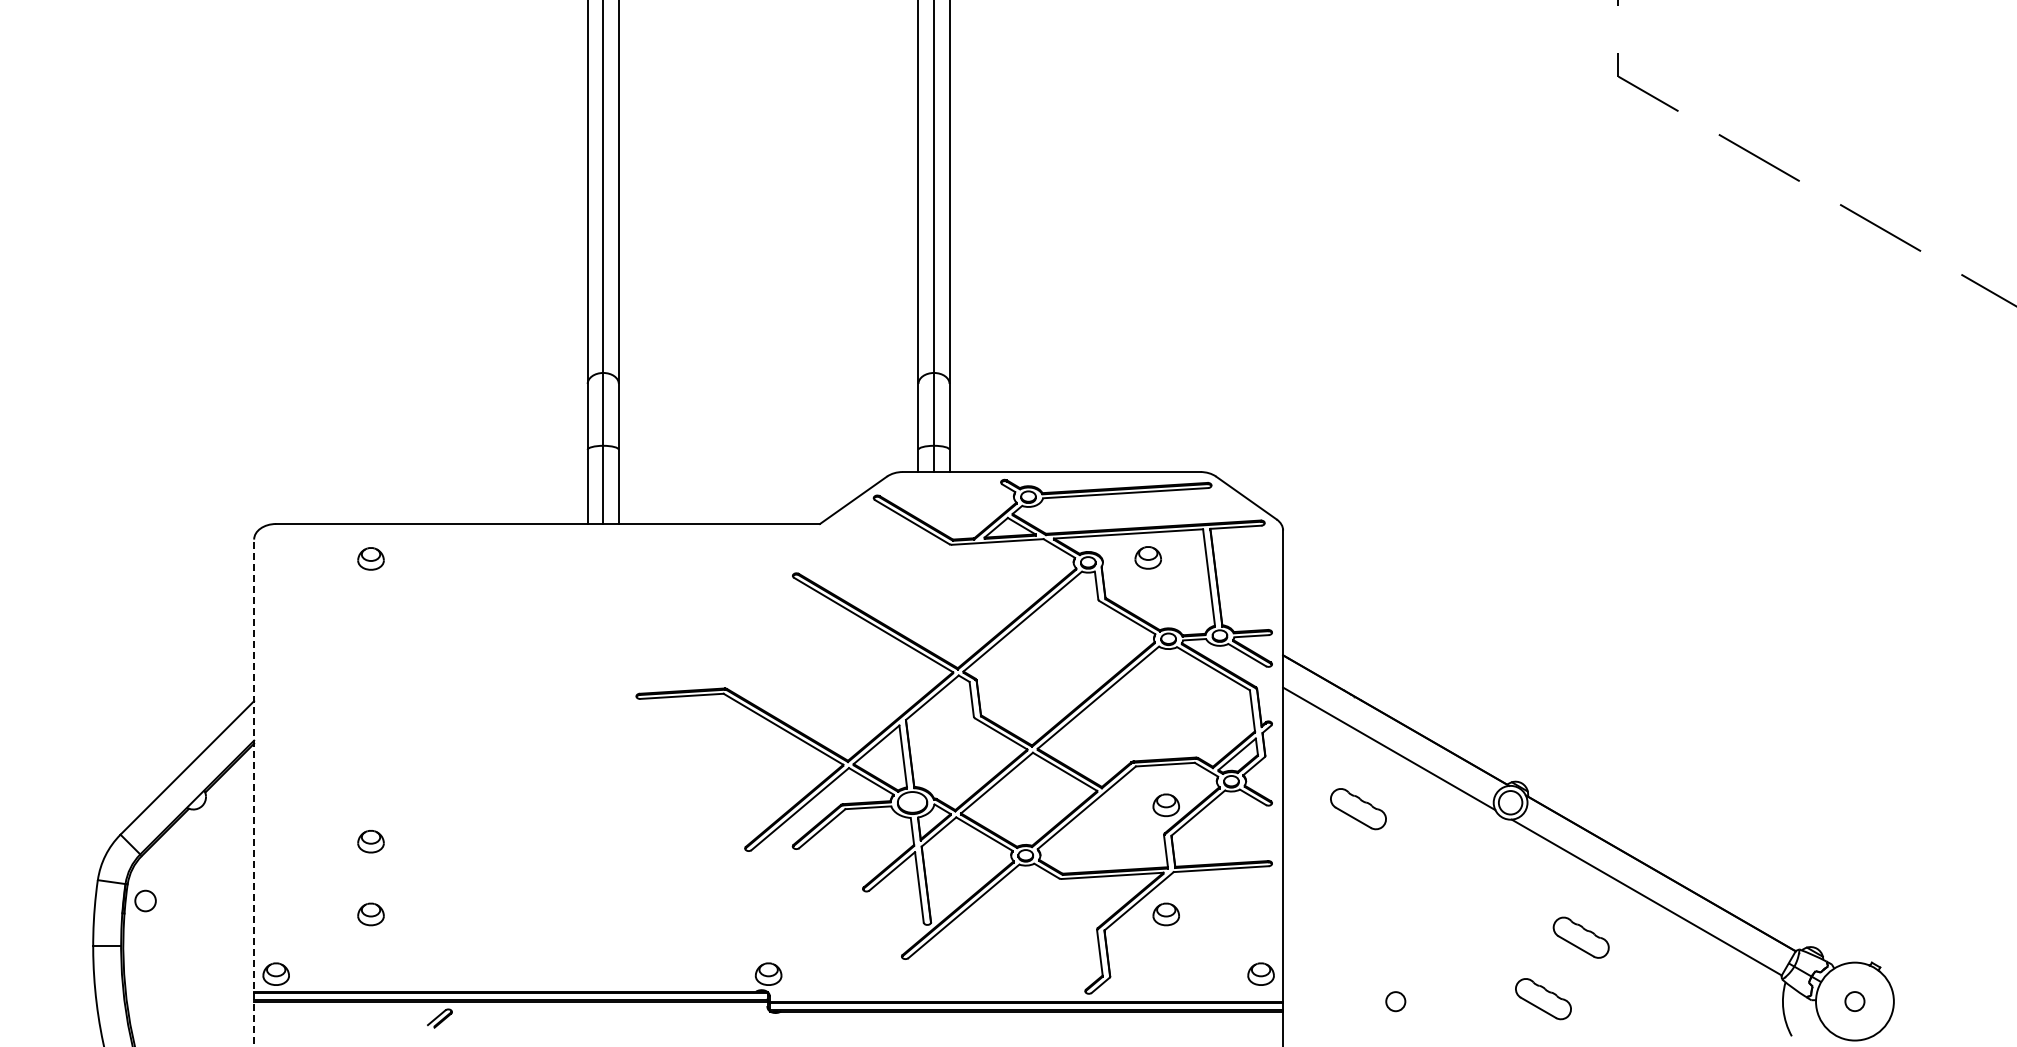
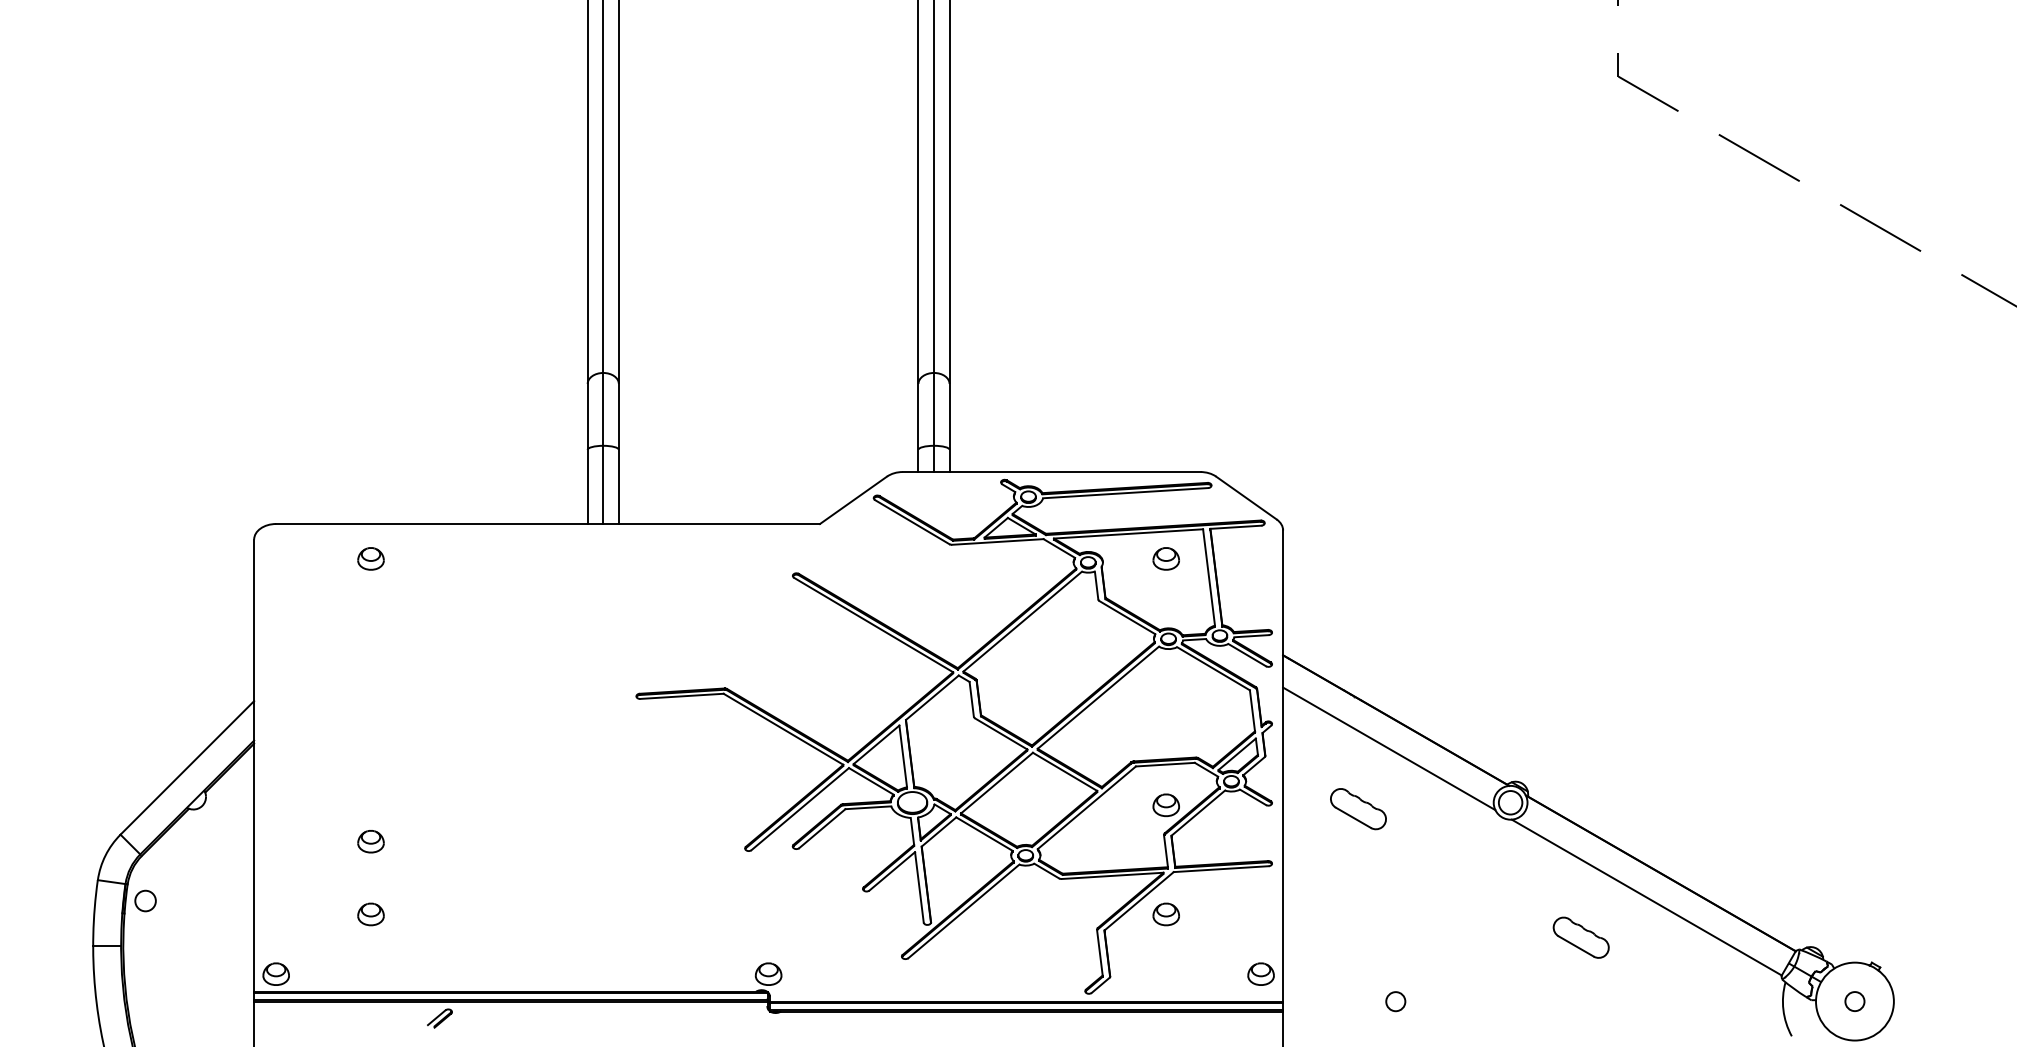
part at (1147, 557) position: (1147, 557) -> (1165, 558)
line at (254, 792): dashed -> solid
part at (1543, 999): present -> none
